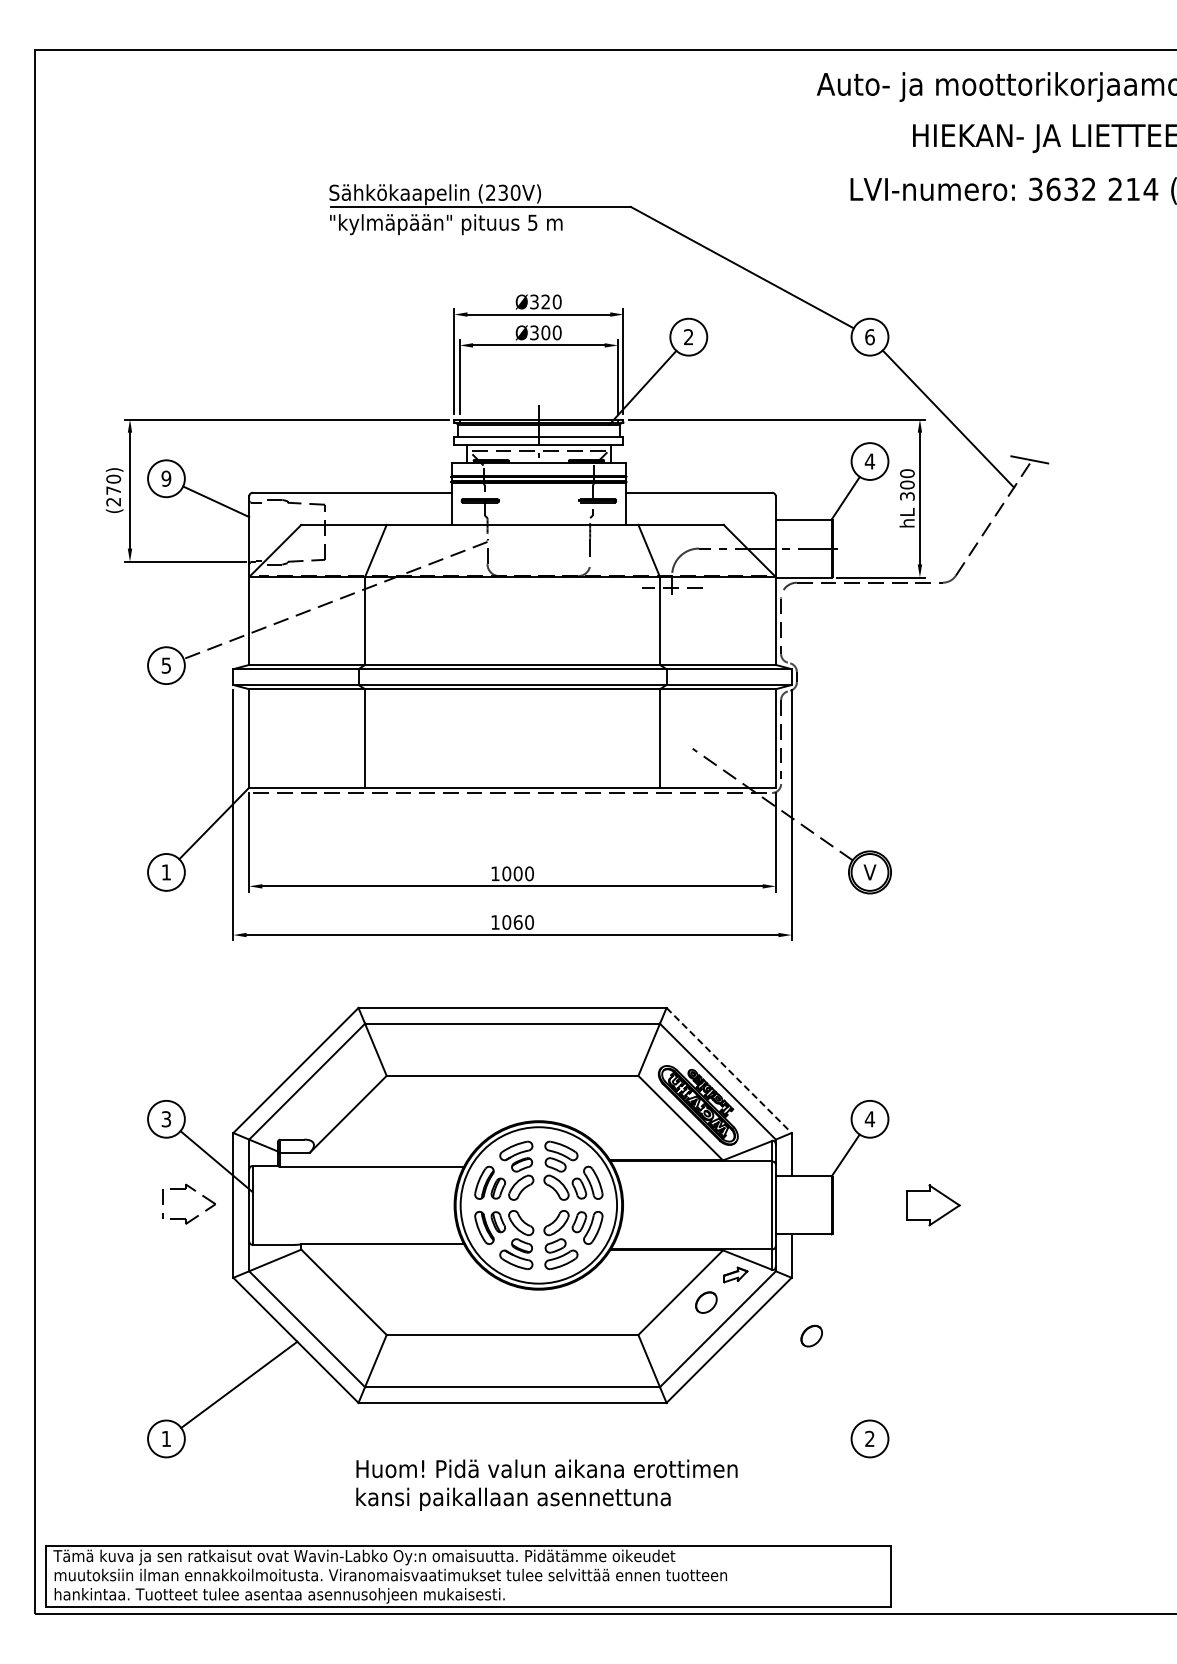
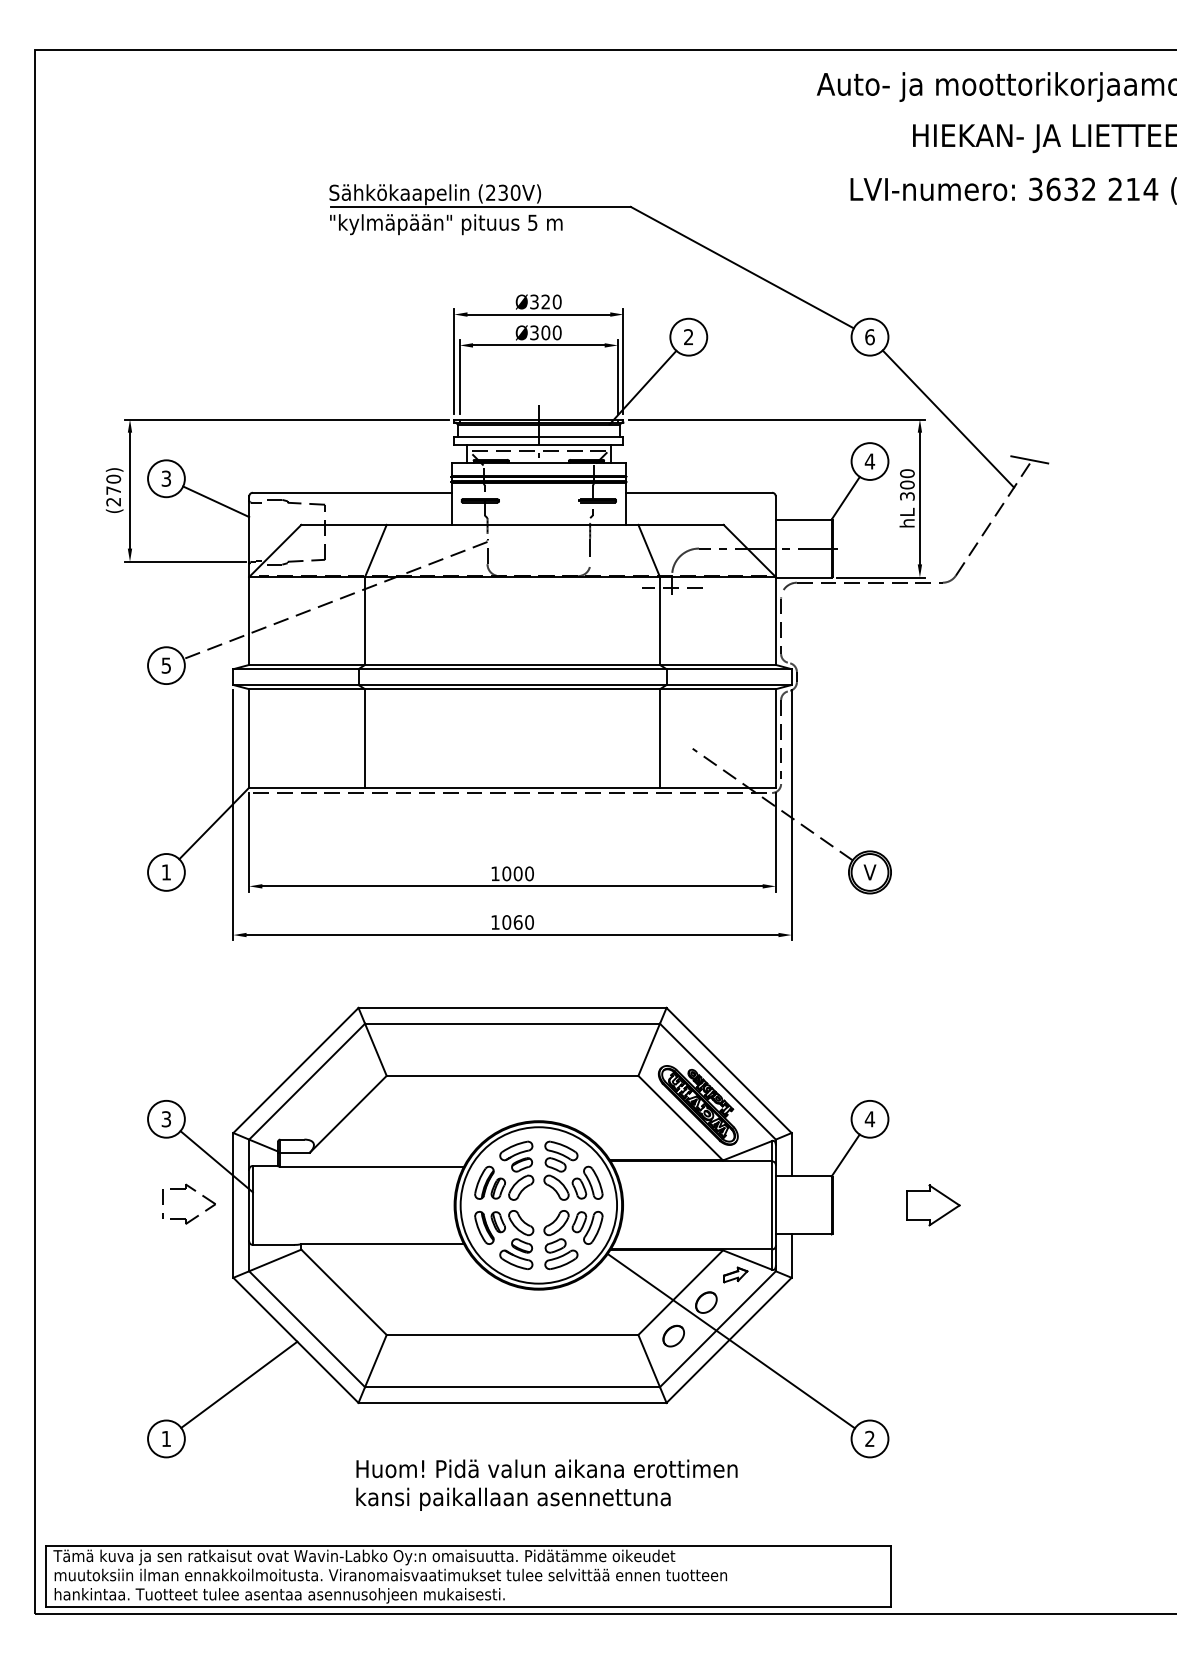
text at (166, 478): 9 -> 3
line at (729, 1070): dashed -> solid
part at (811, 1335) position: (811, 1335) -> (673, 1335)
line at (730, 1341): none -> present
